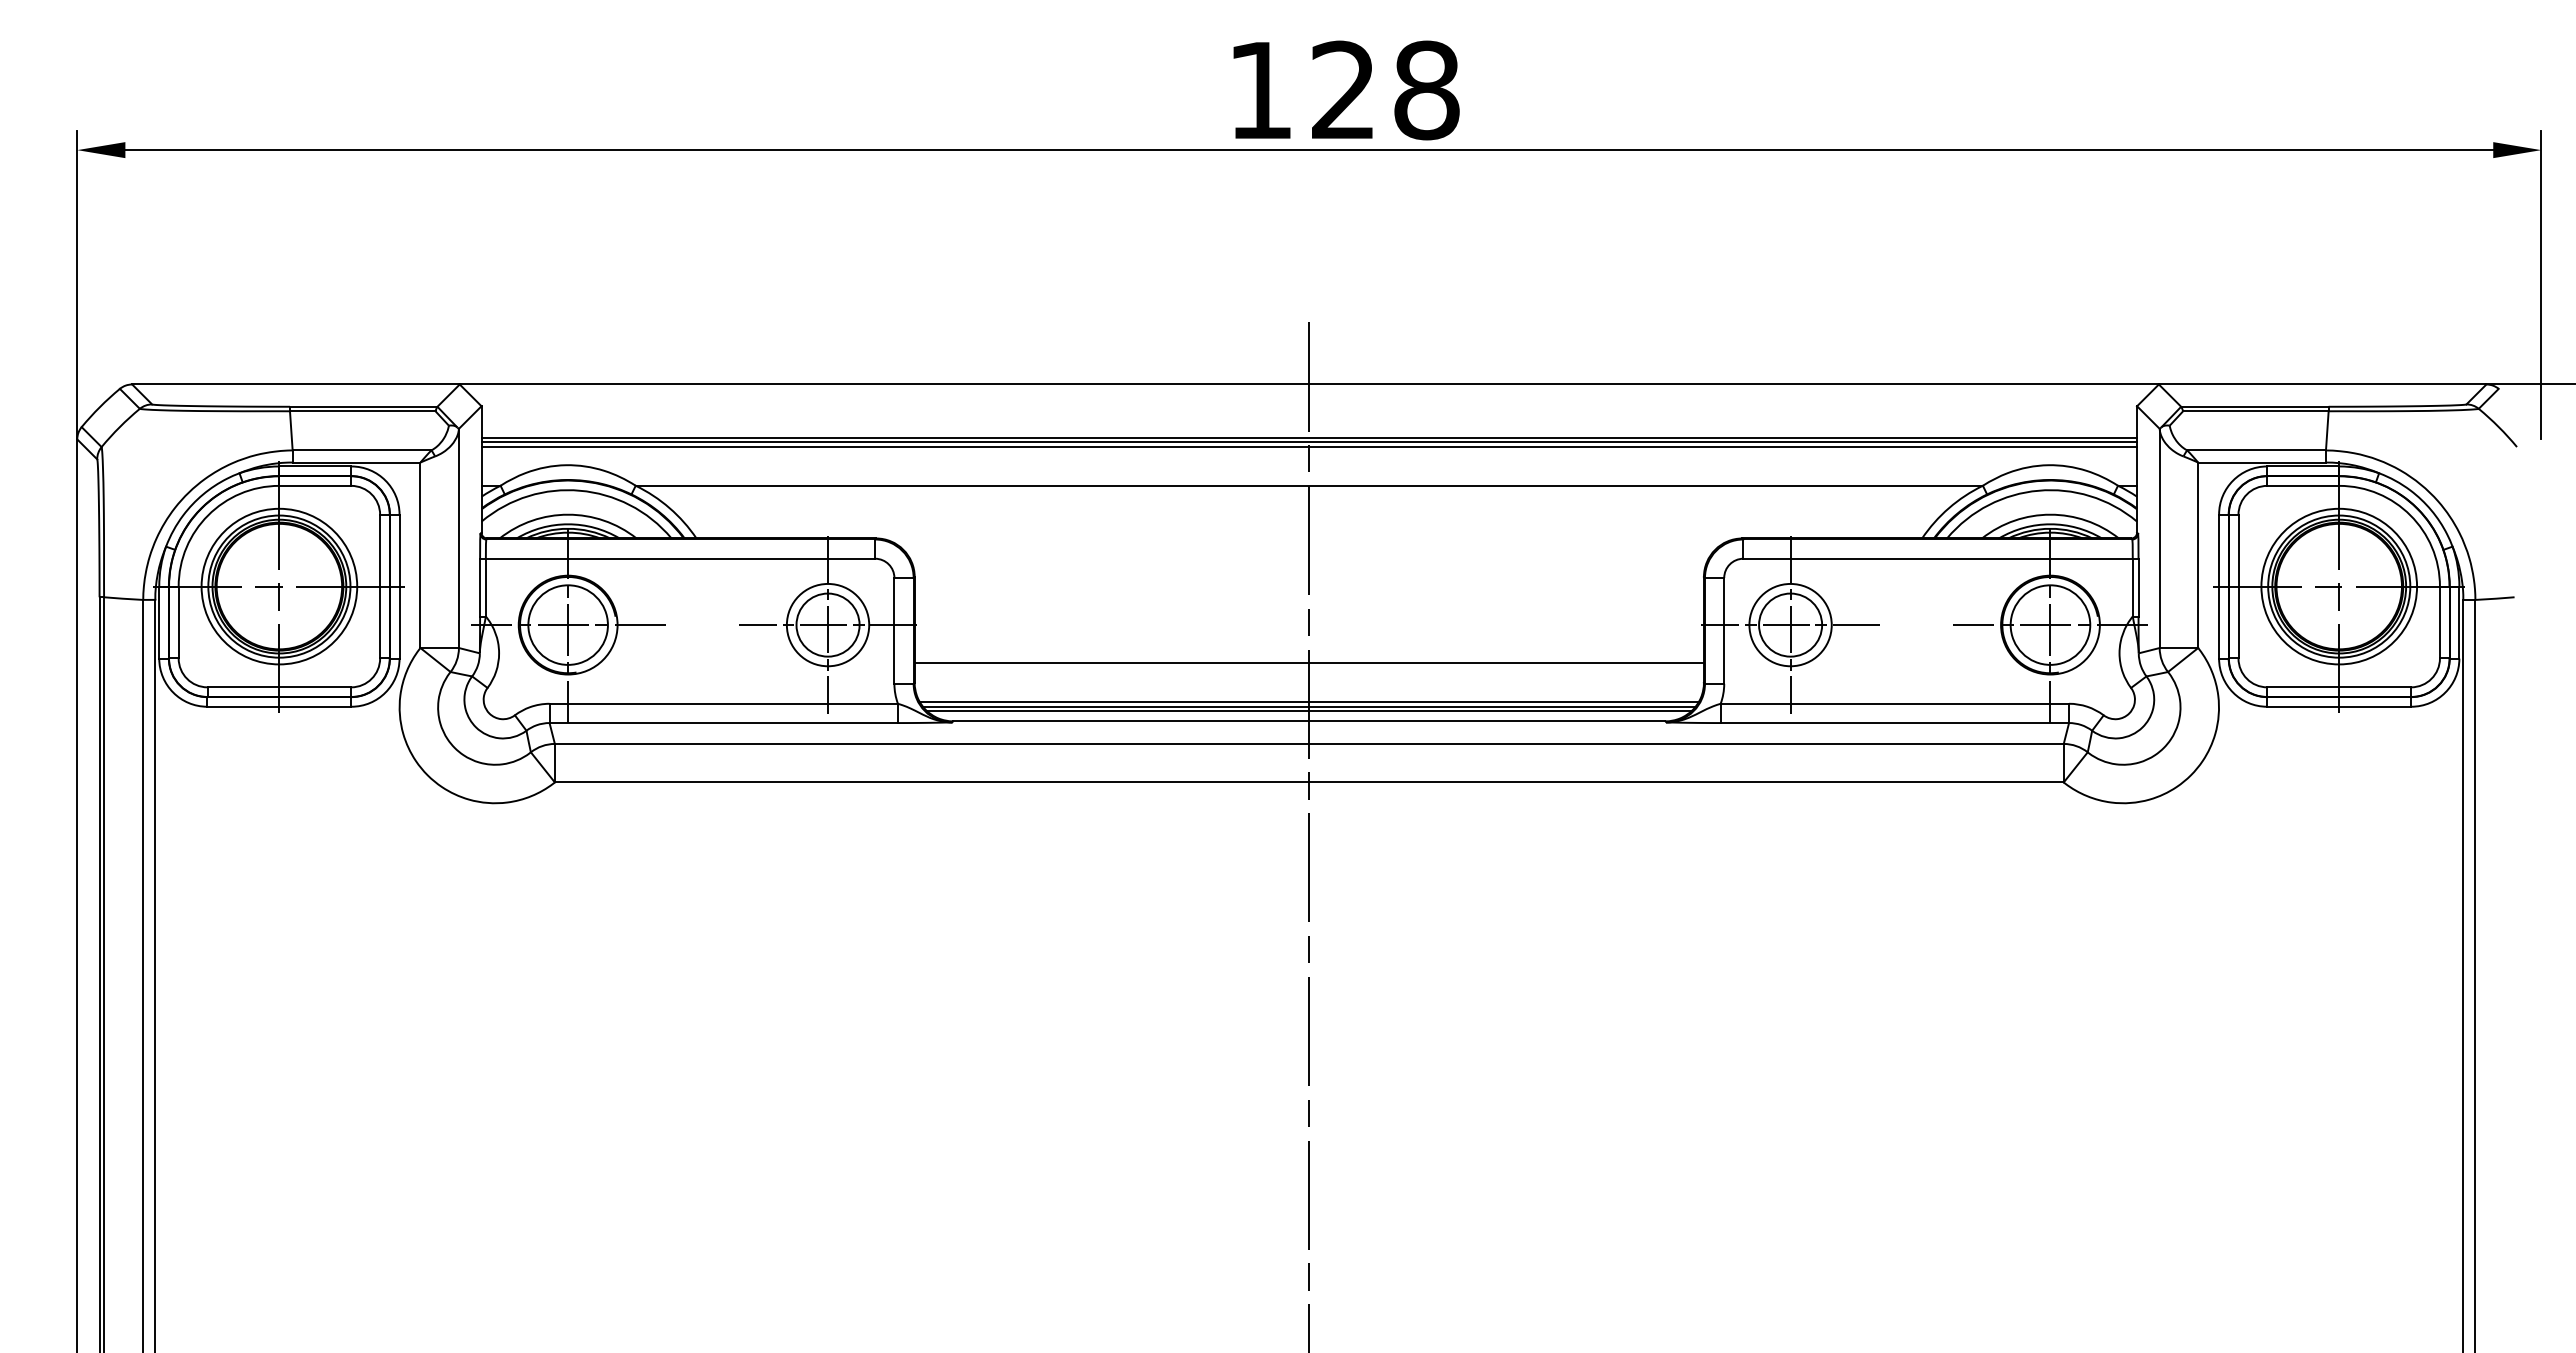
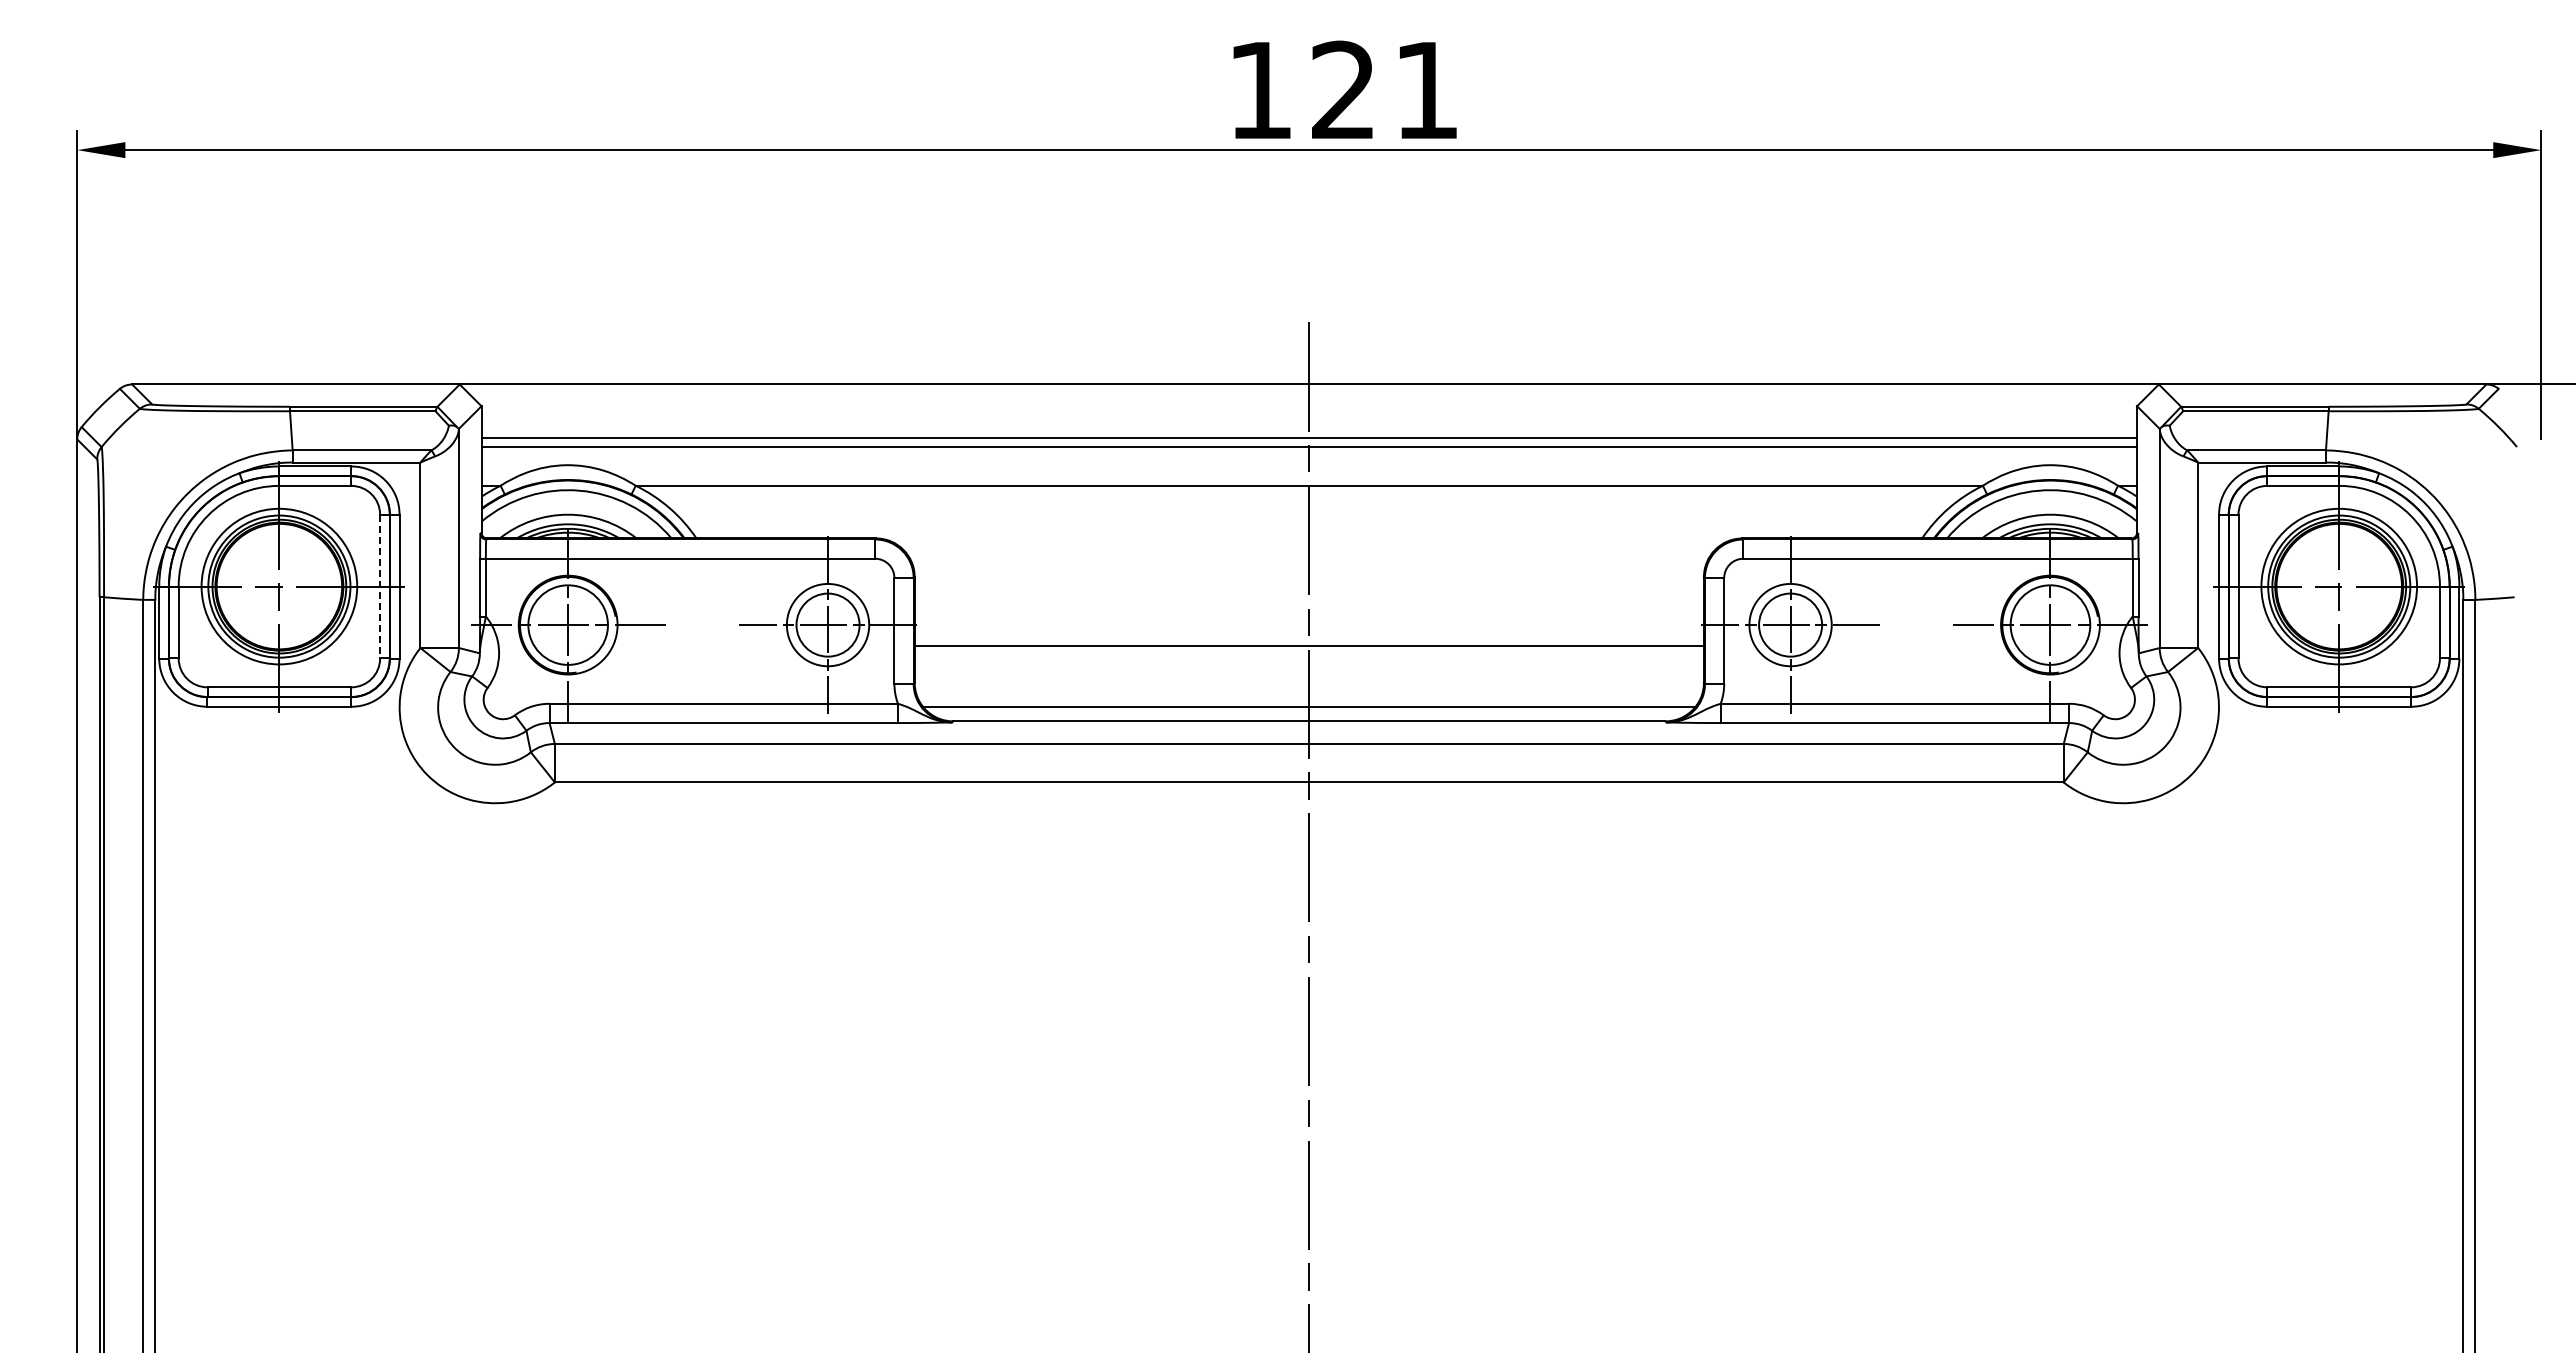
text at (1426, 90): 128 -> 121
line at (1309, 442): present -> none
line at (380, 586): solid -> dashed
line at (1308, 663) position: (1308, 663) -> (1308, 646)
line at (1308, 701): present -> none
line at (1309, 710): present -> none
